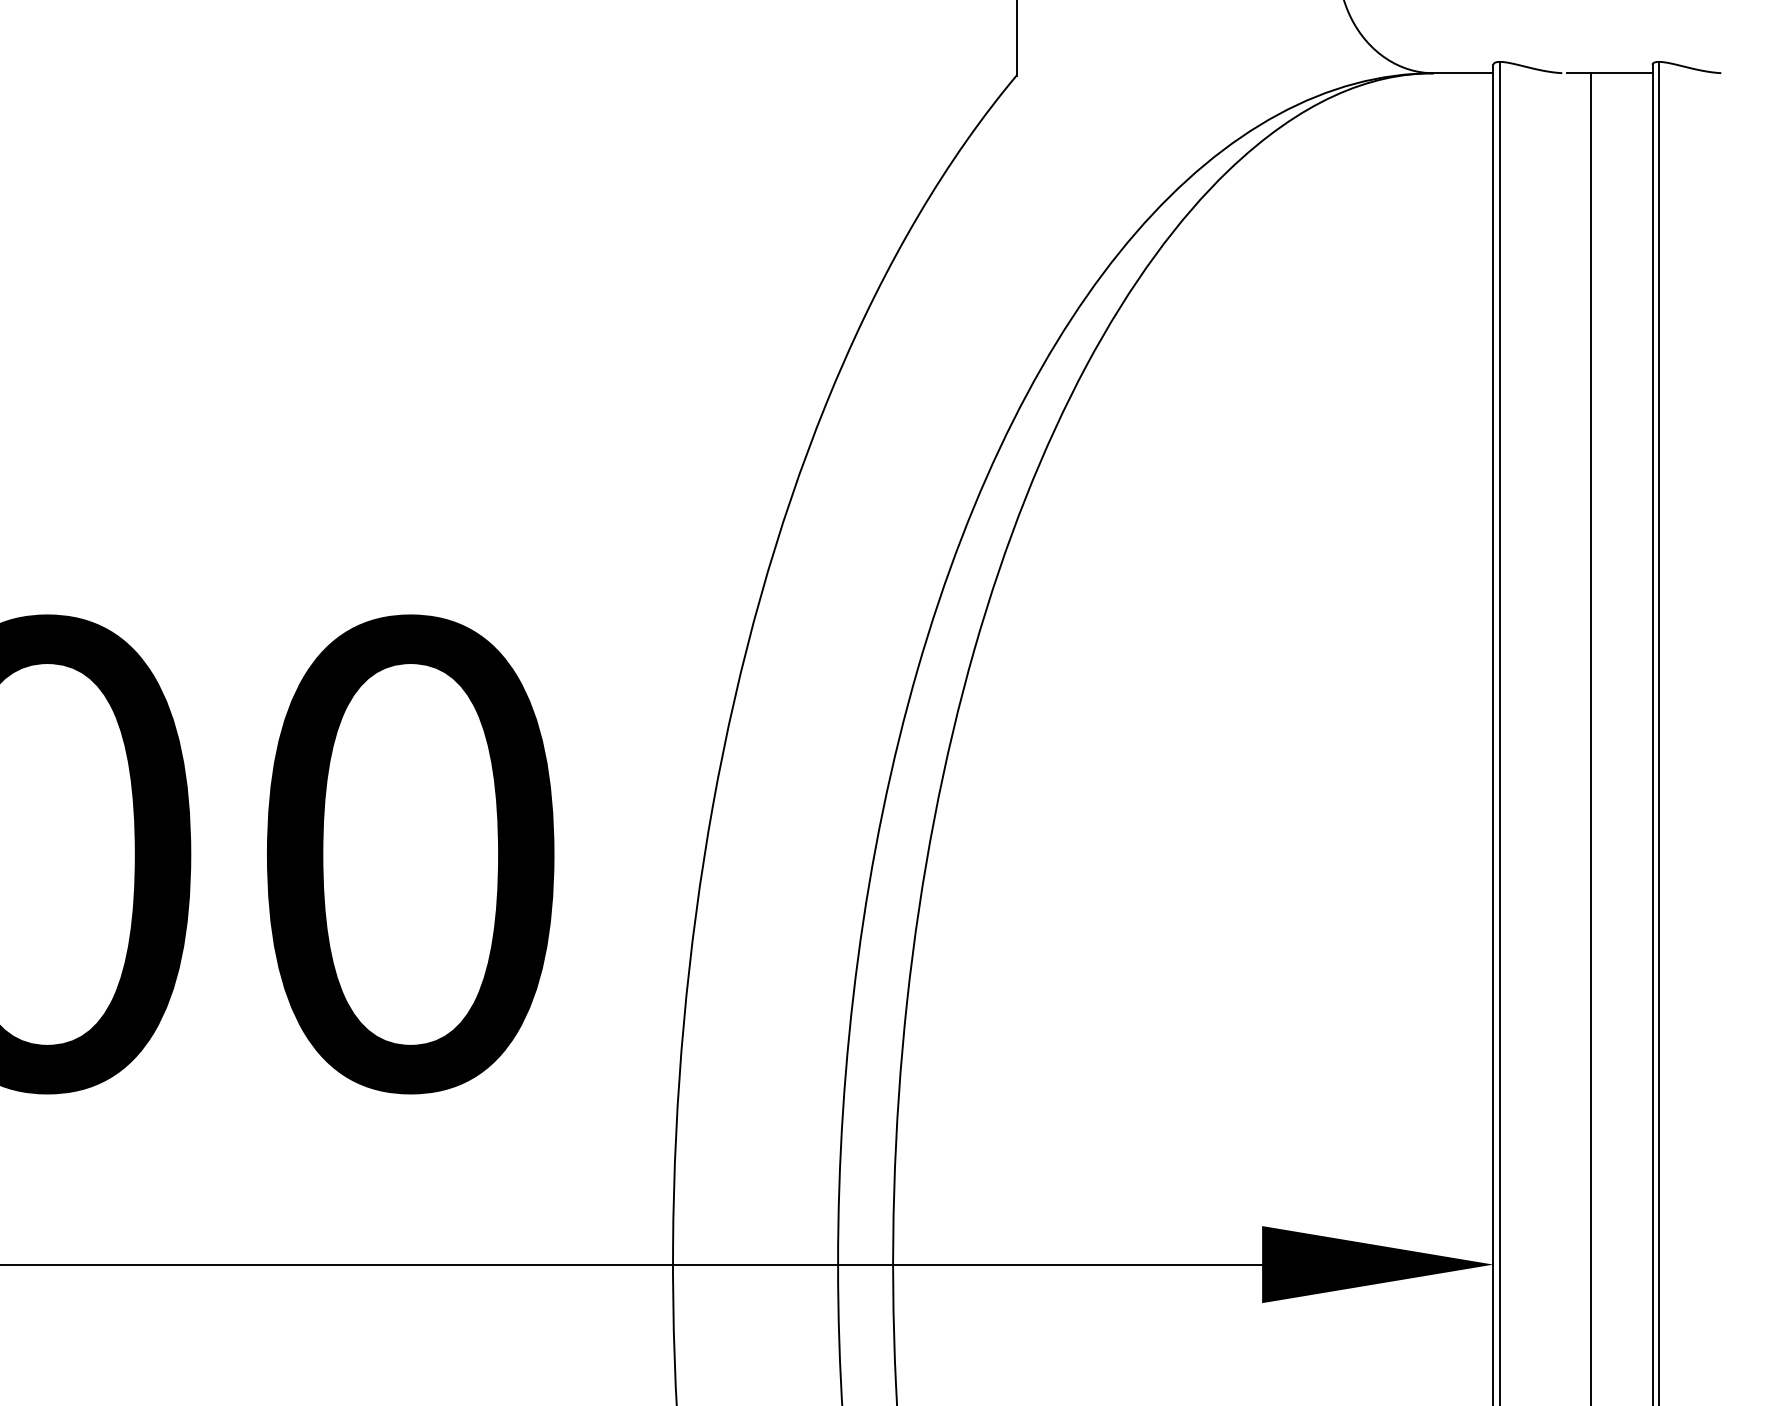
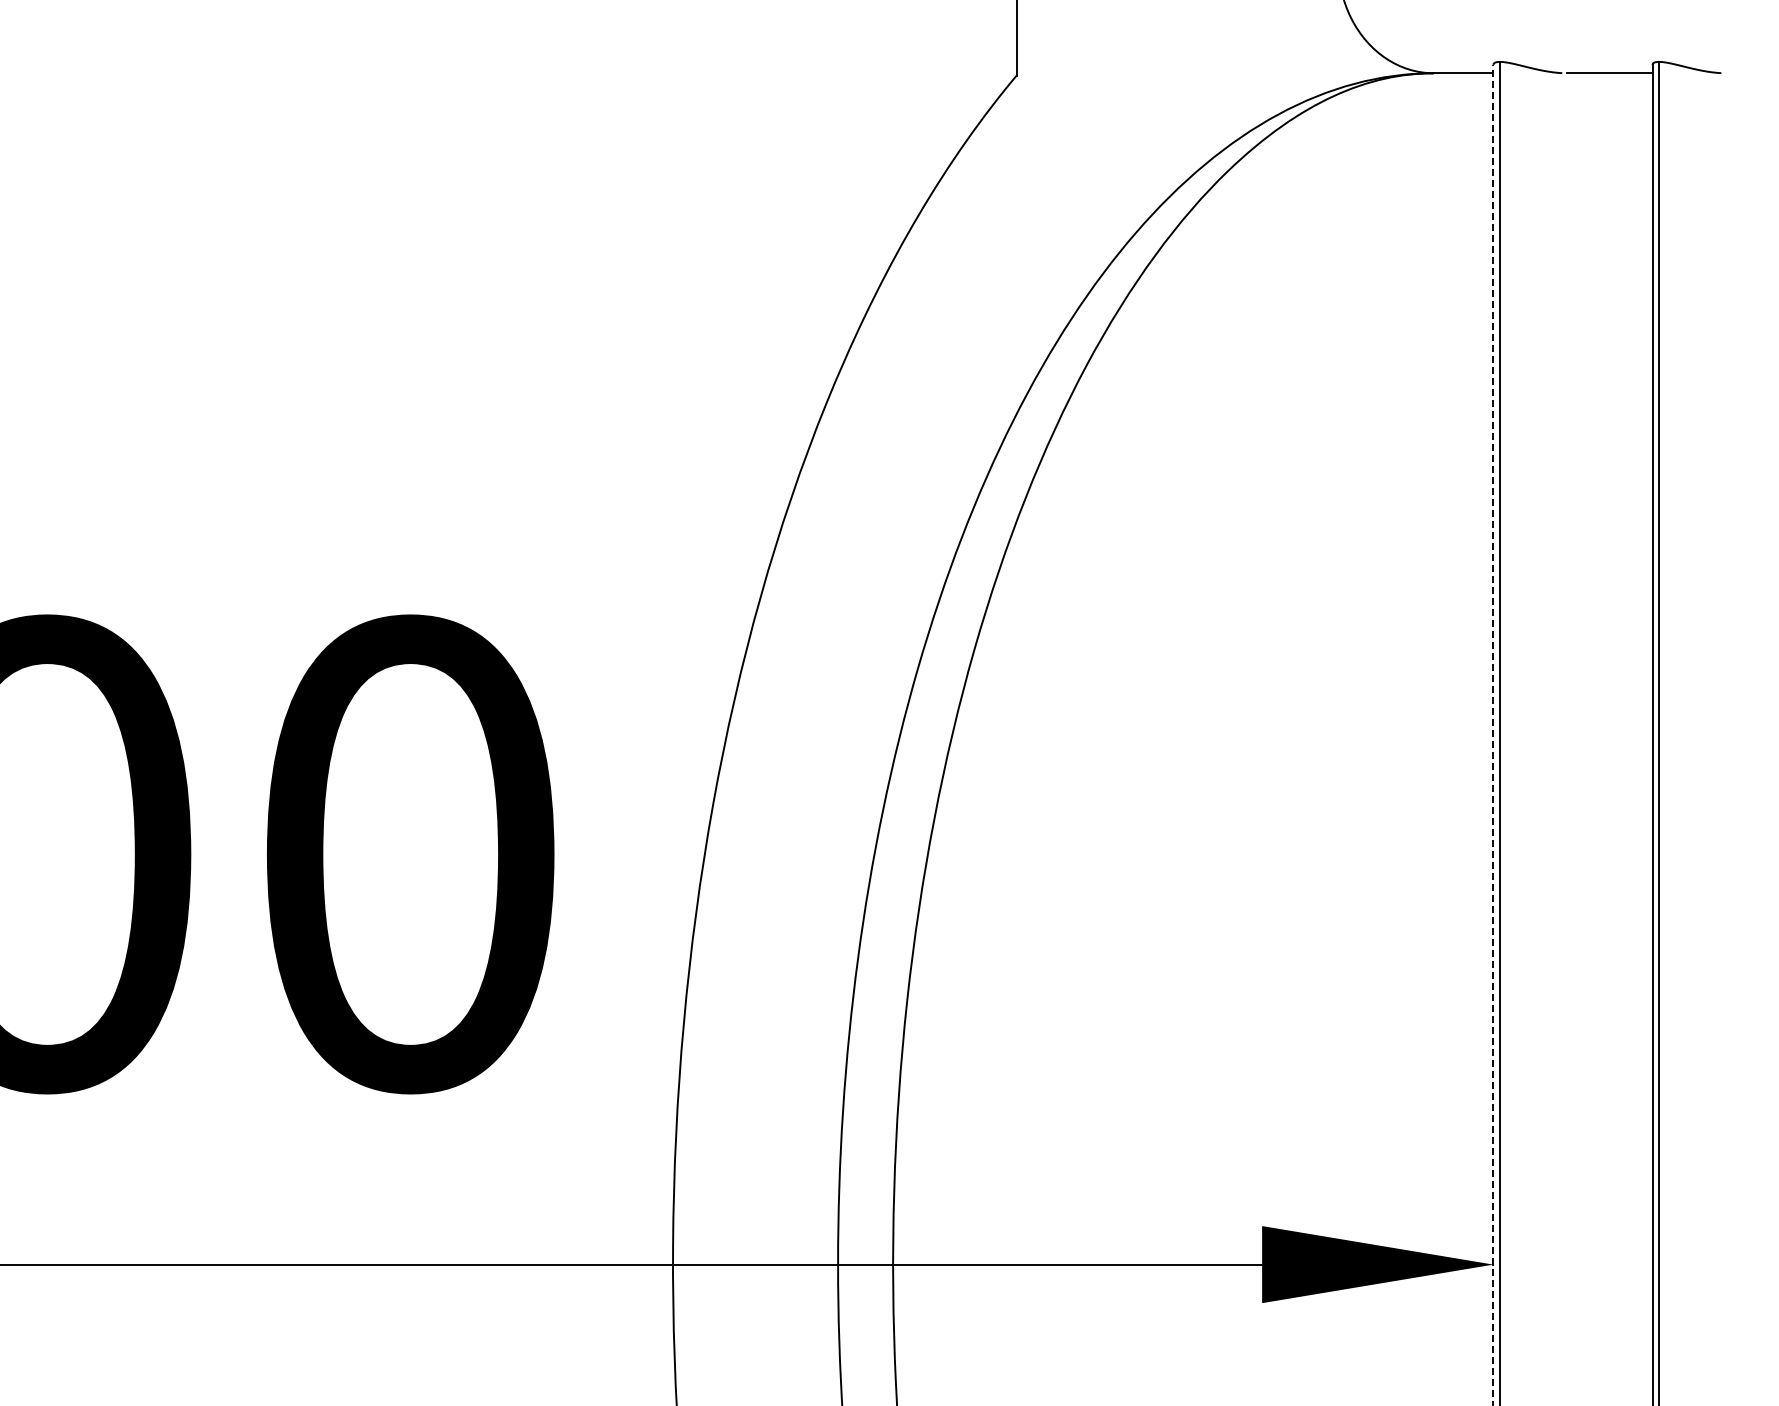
line at (1493, 734): solid -> dashed
line at (1590, 737): present -> none
